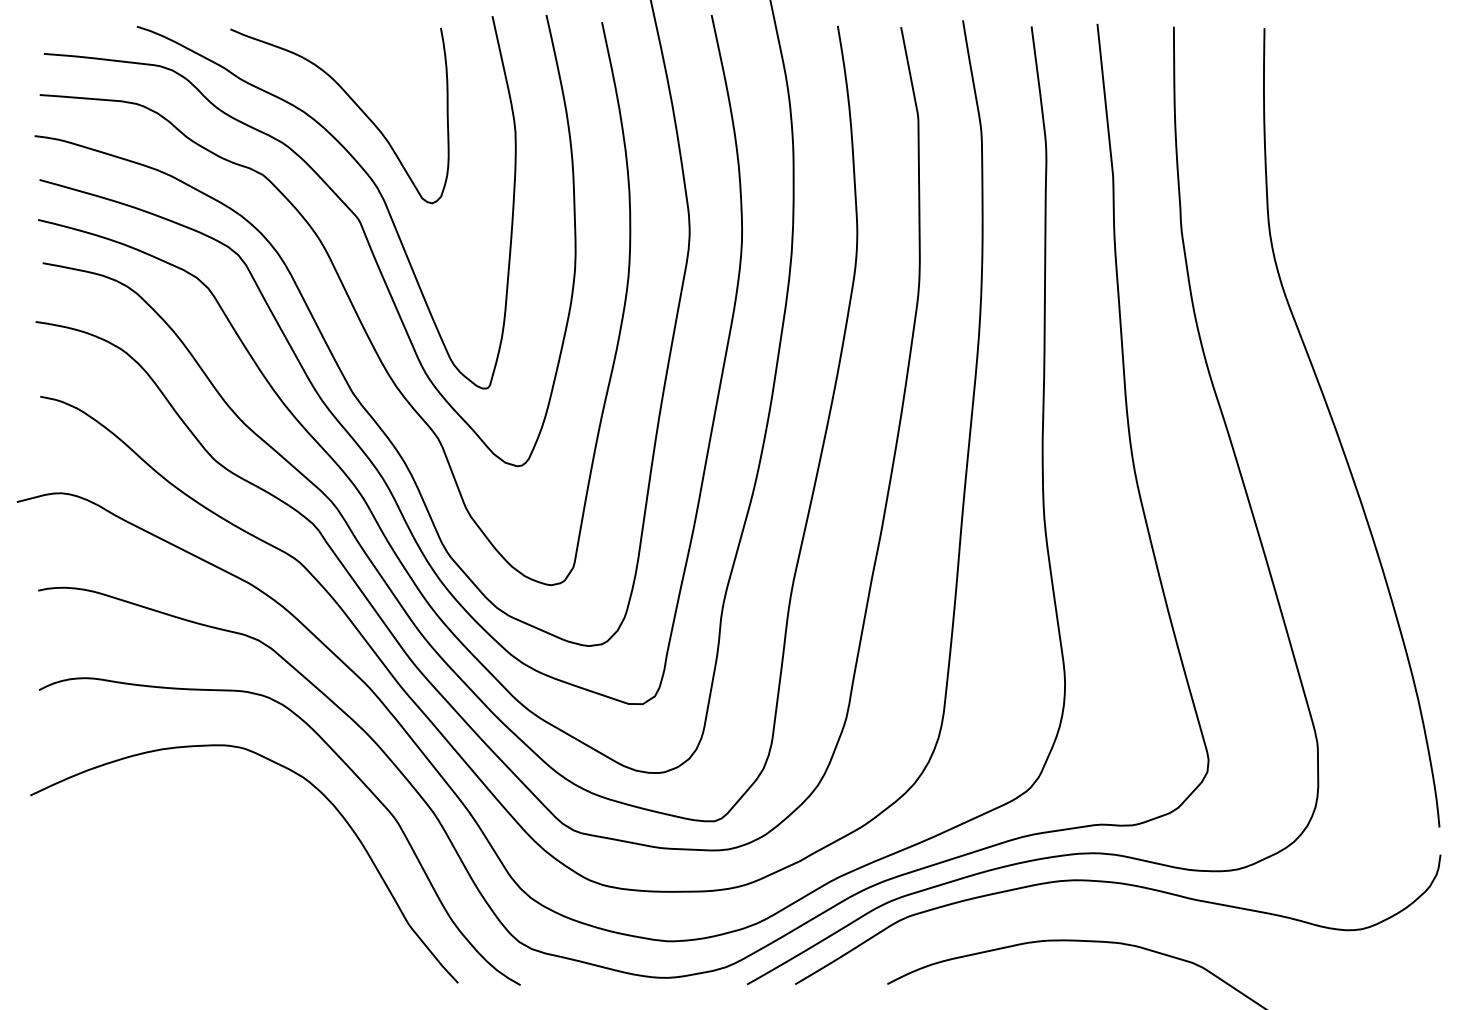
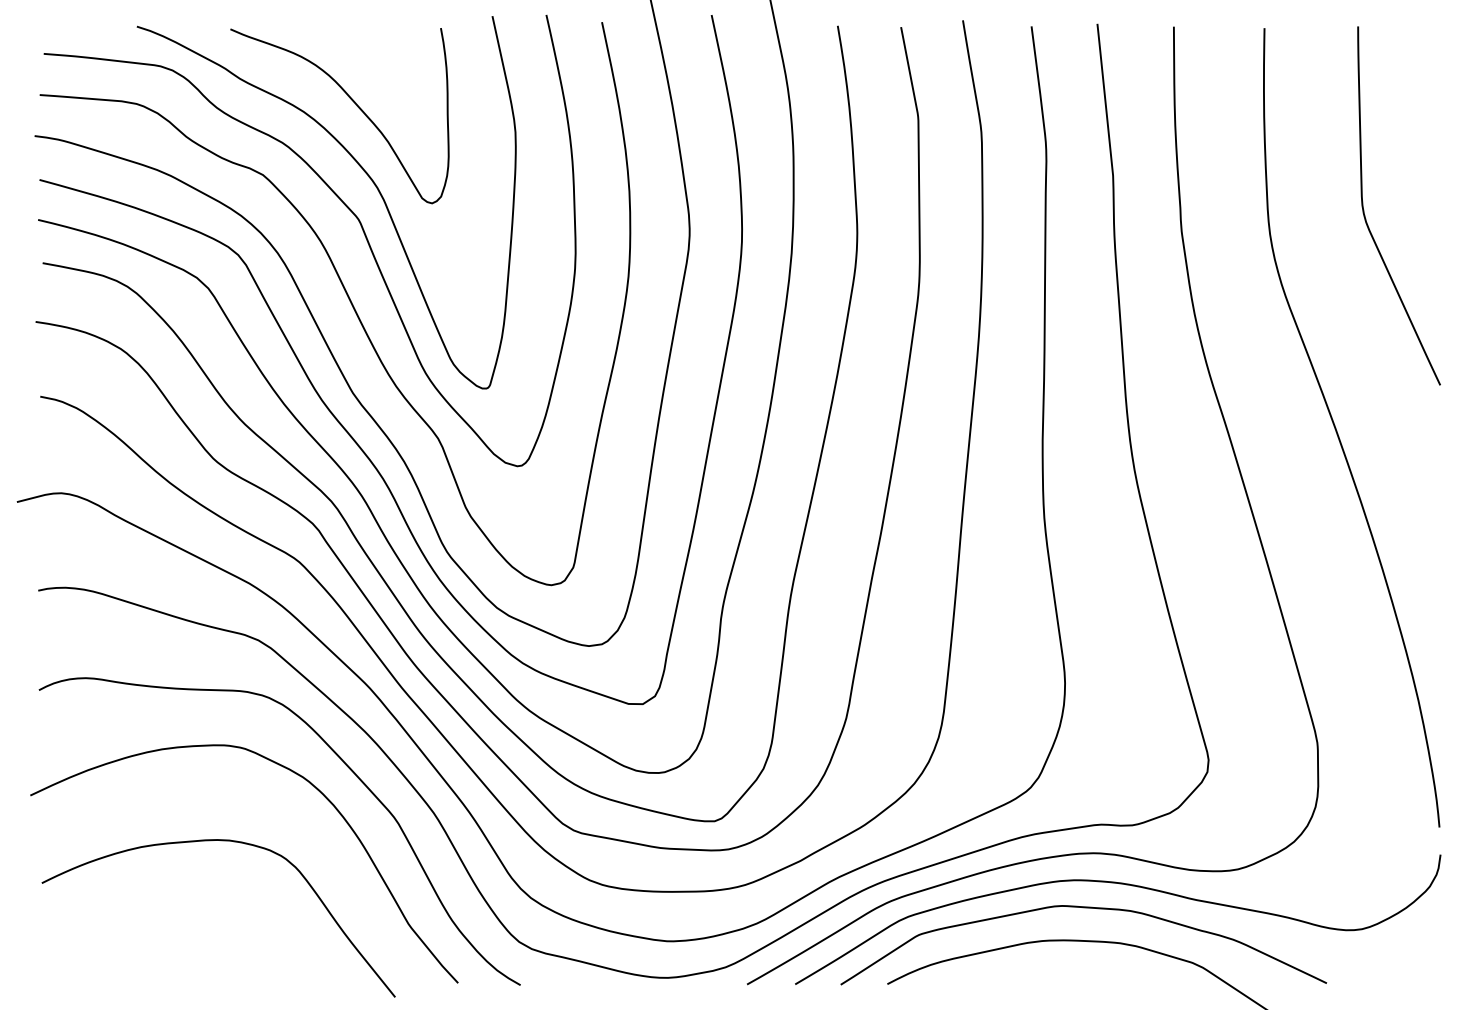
curve at (1364, 210): none -> present
curve at (221, 841): none -> present
curve at (1083, 908): none -> present
